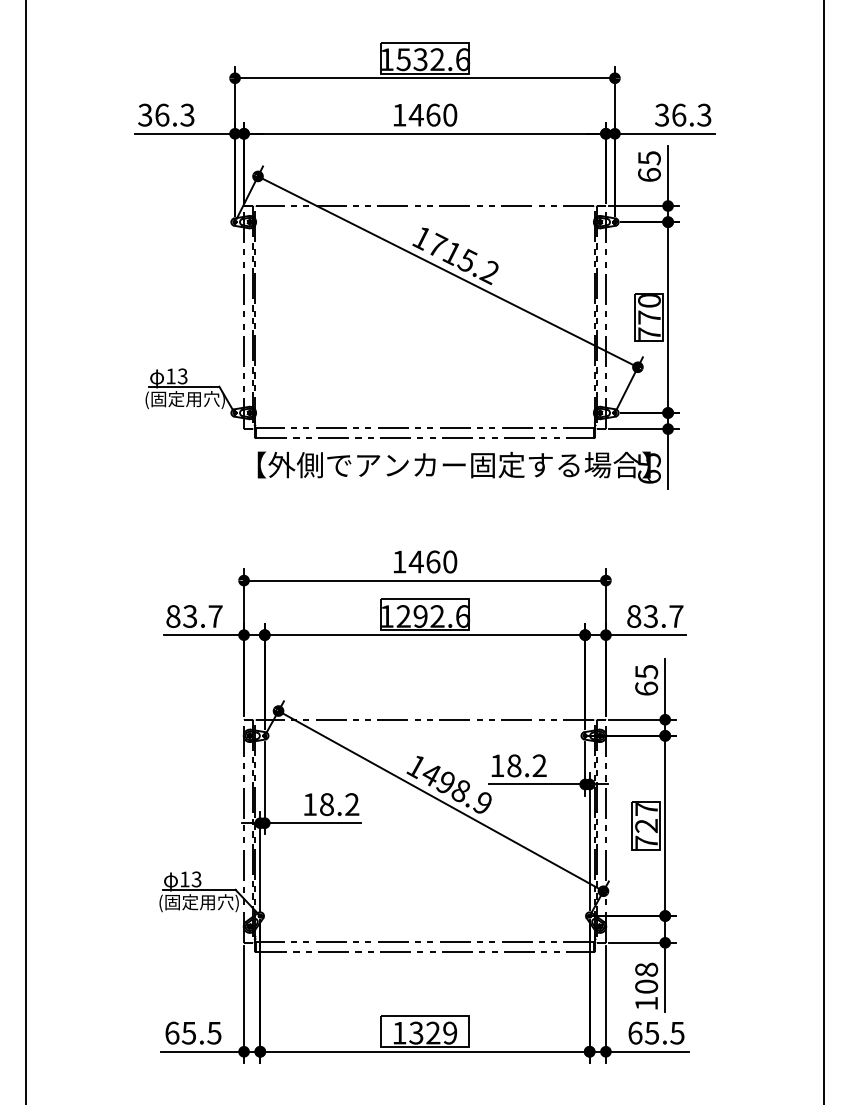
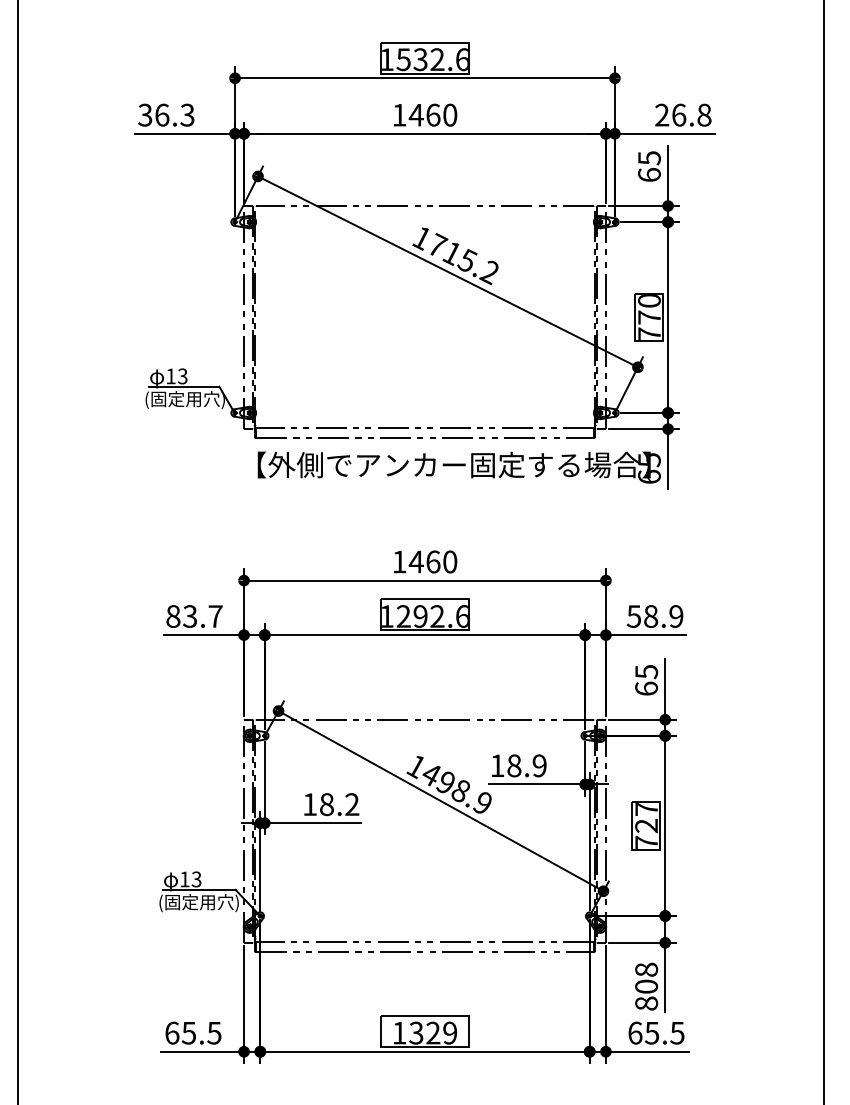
text at (683, 114): 36.3 -> 26.8
line at (25, 551) position: (25, 551) -> (17, 551)
text at (654, 616): 83.7 -> 58.9
text at (539, 765): 18.2 -> 18.9
text at (646, 1003): 108 -> 808
